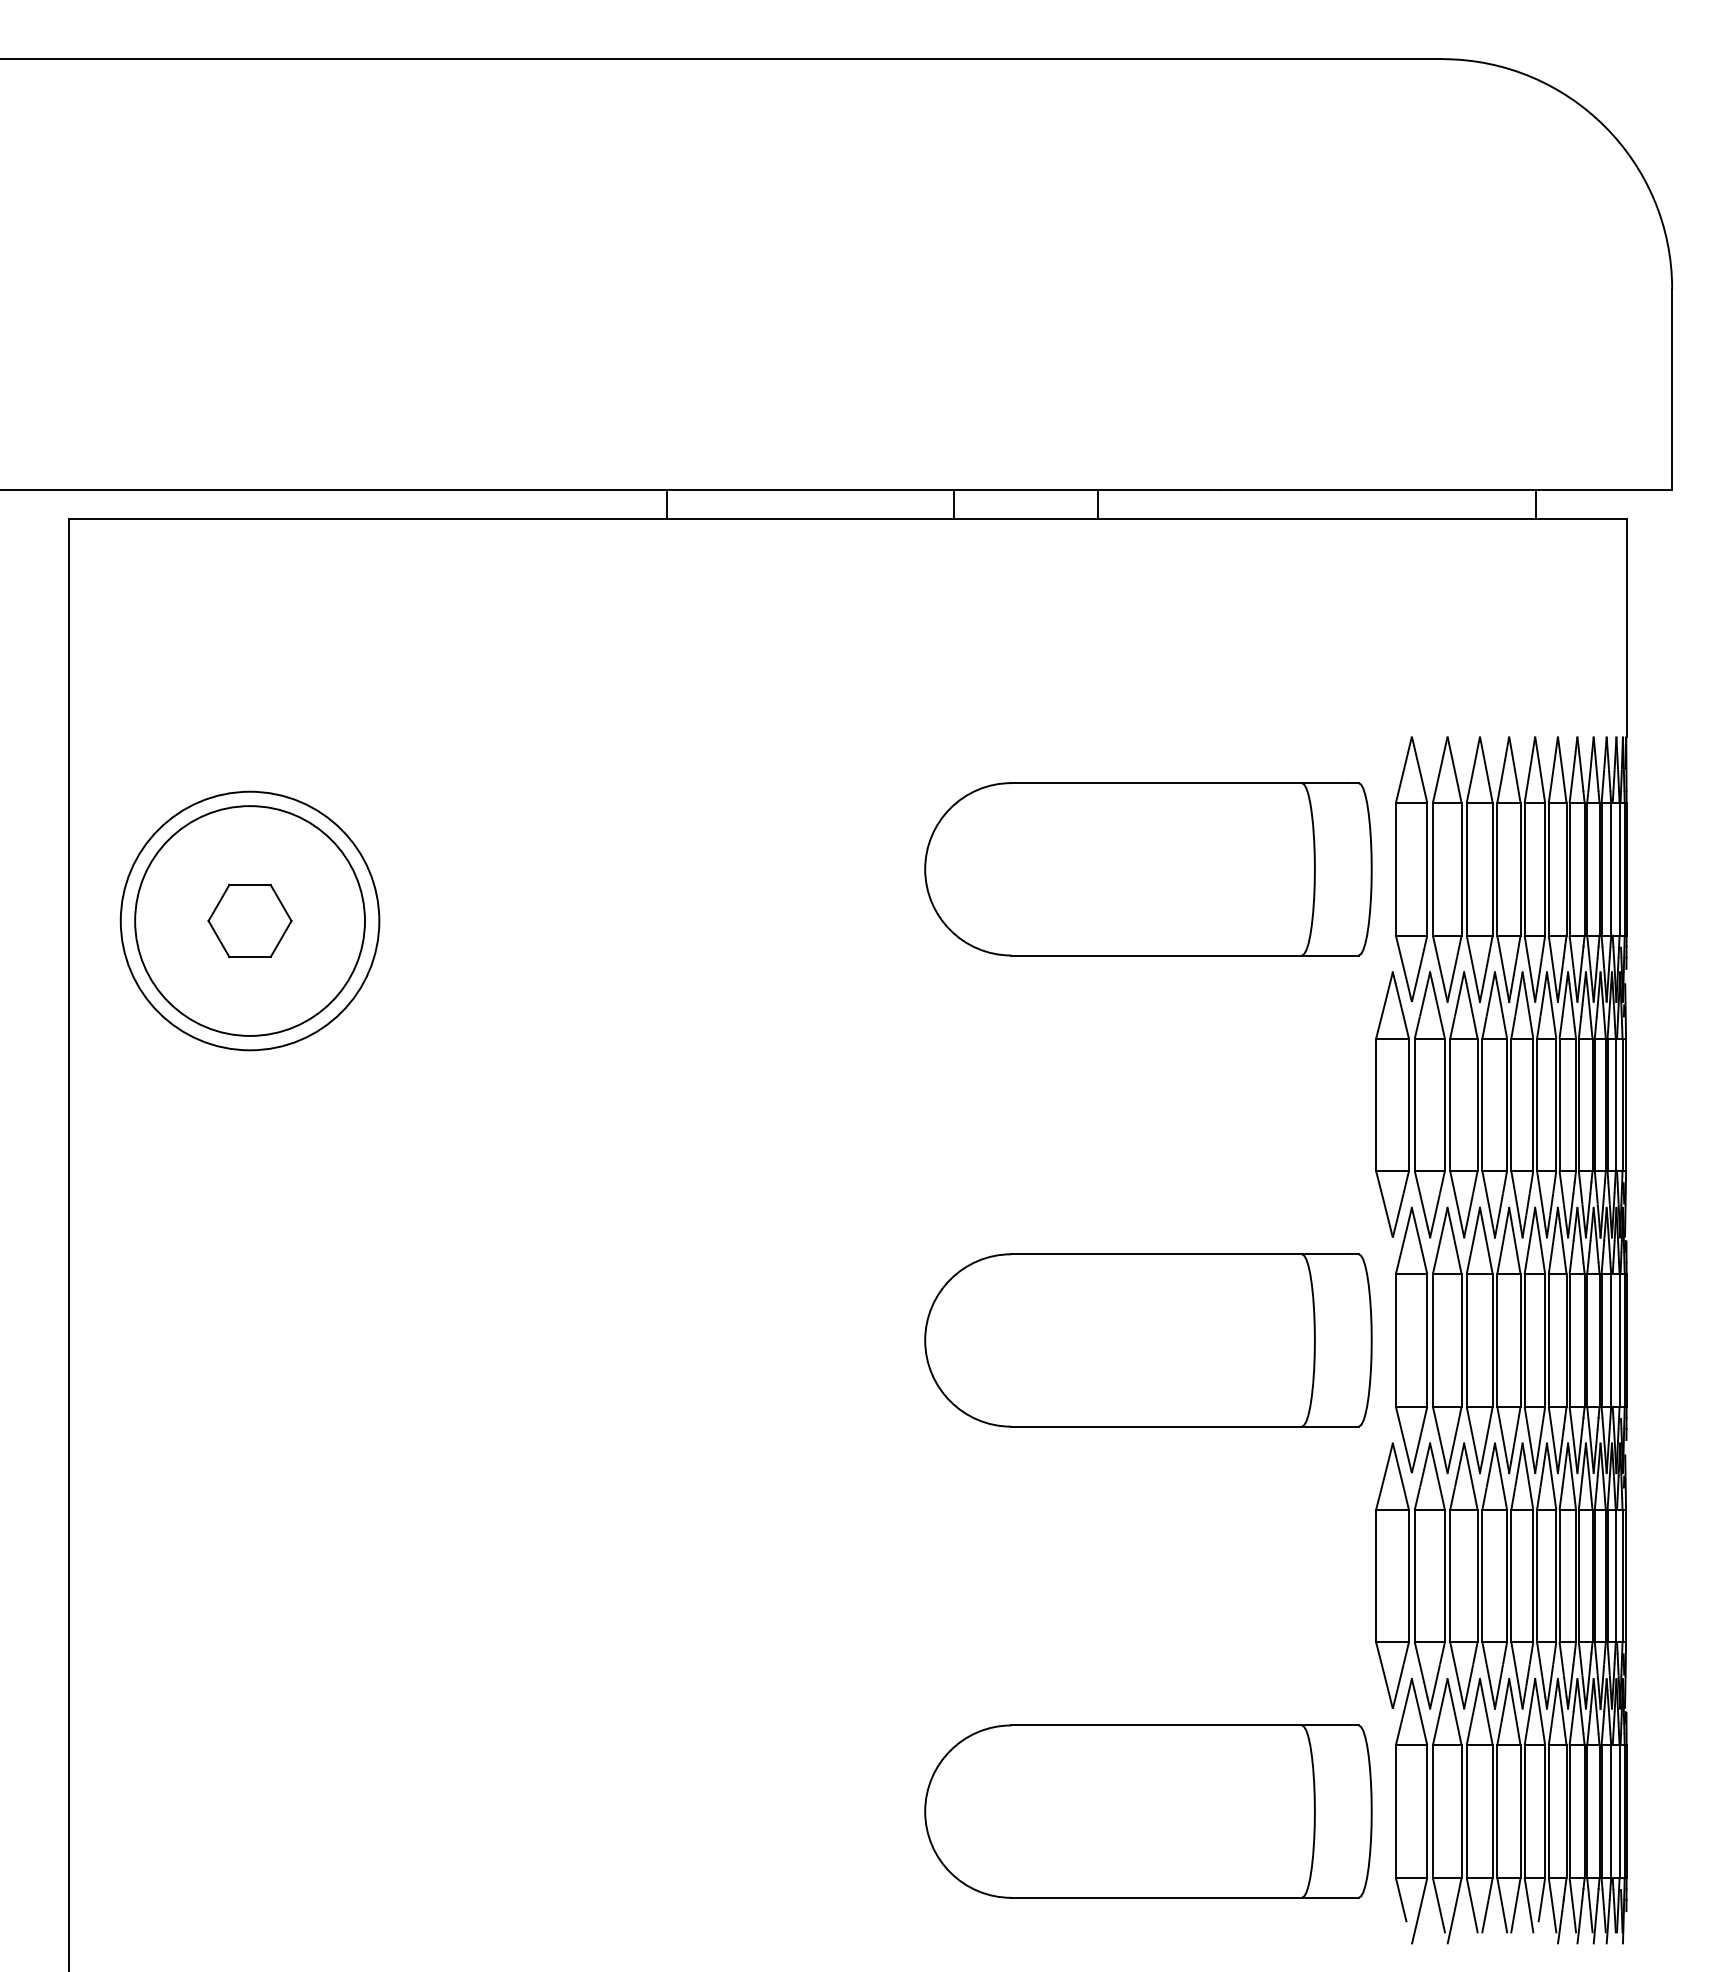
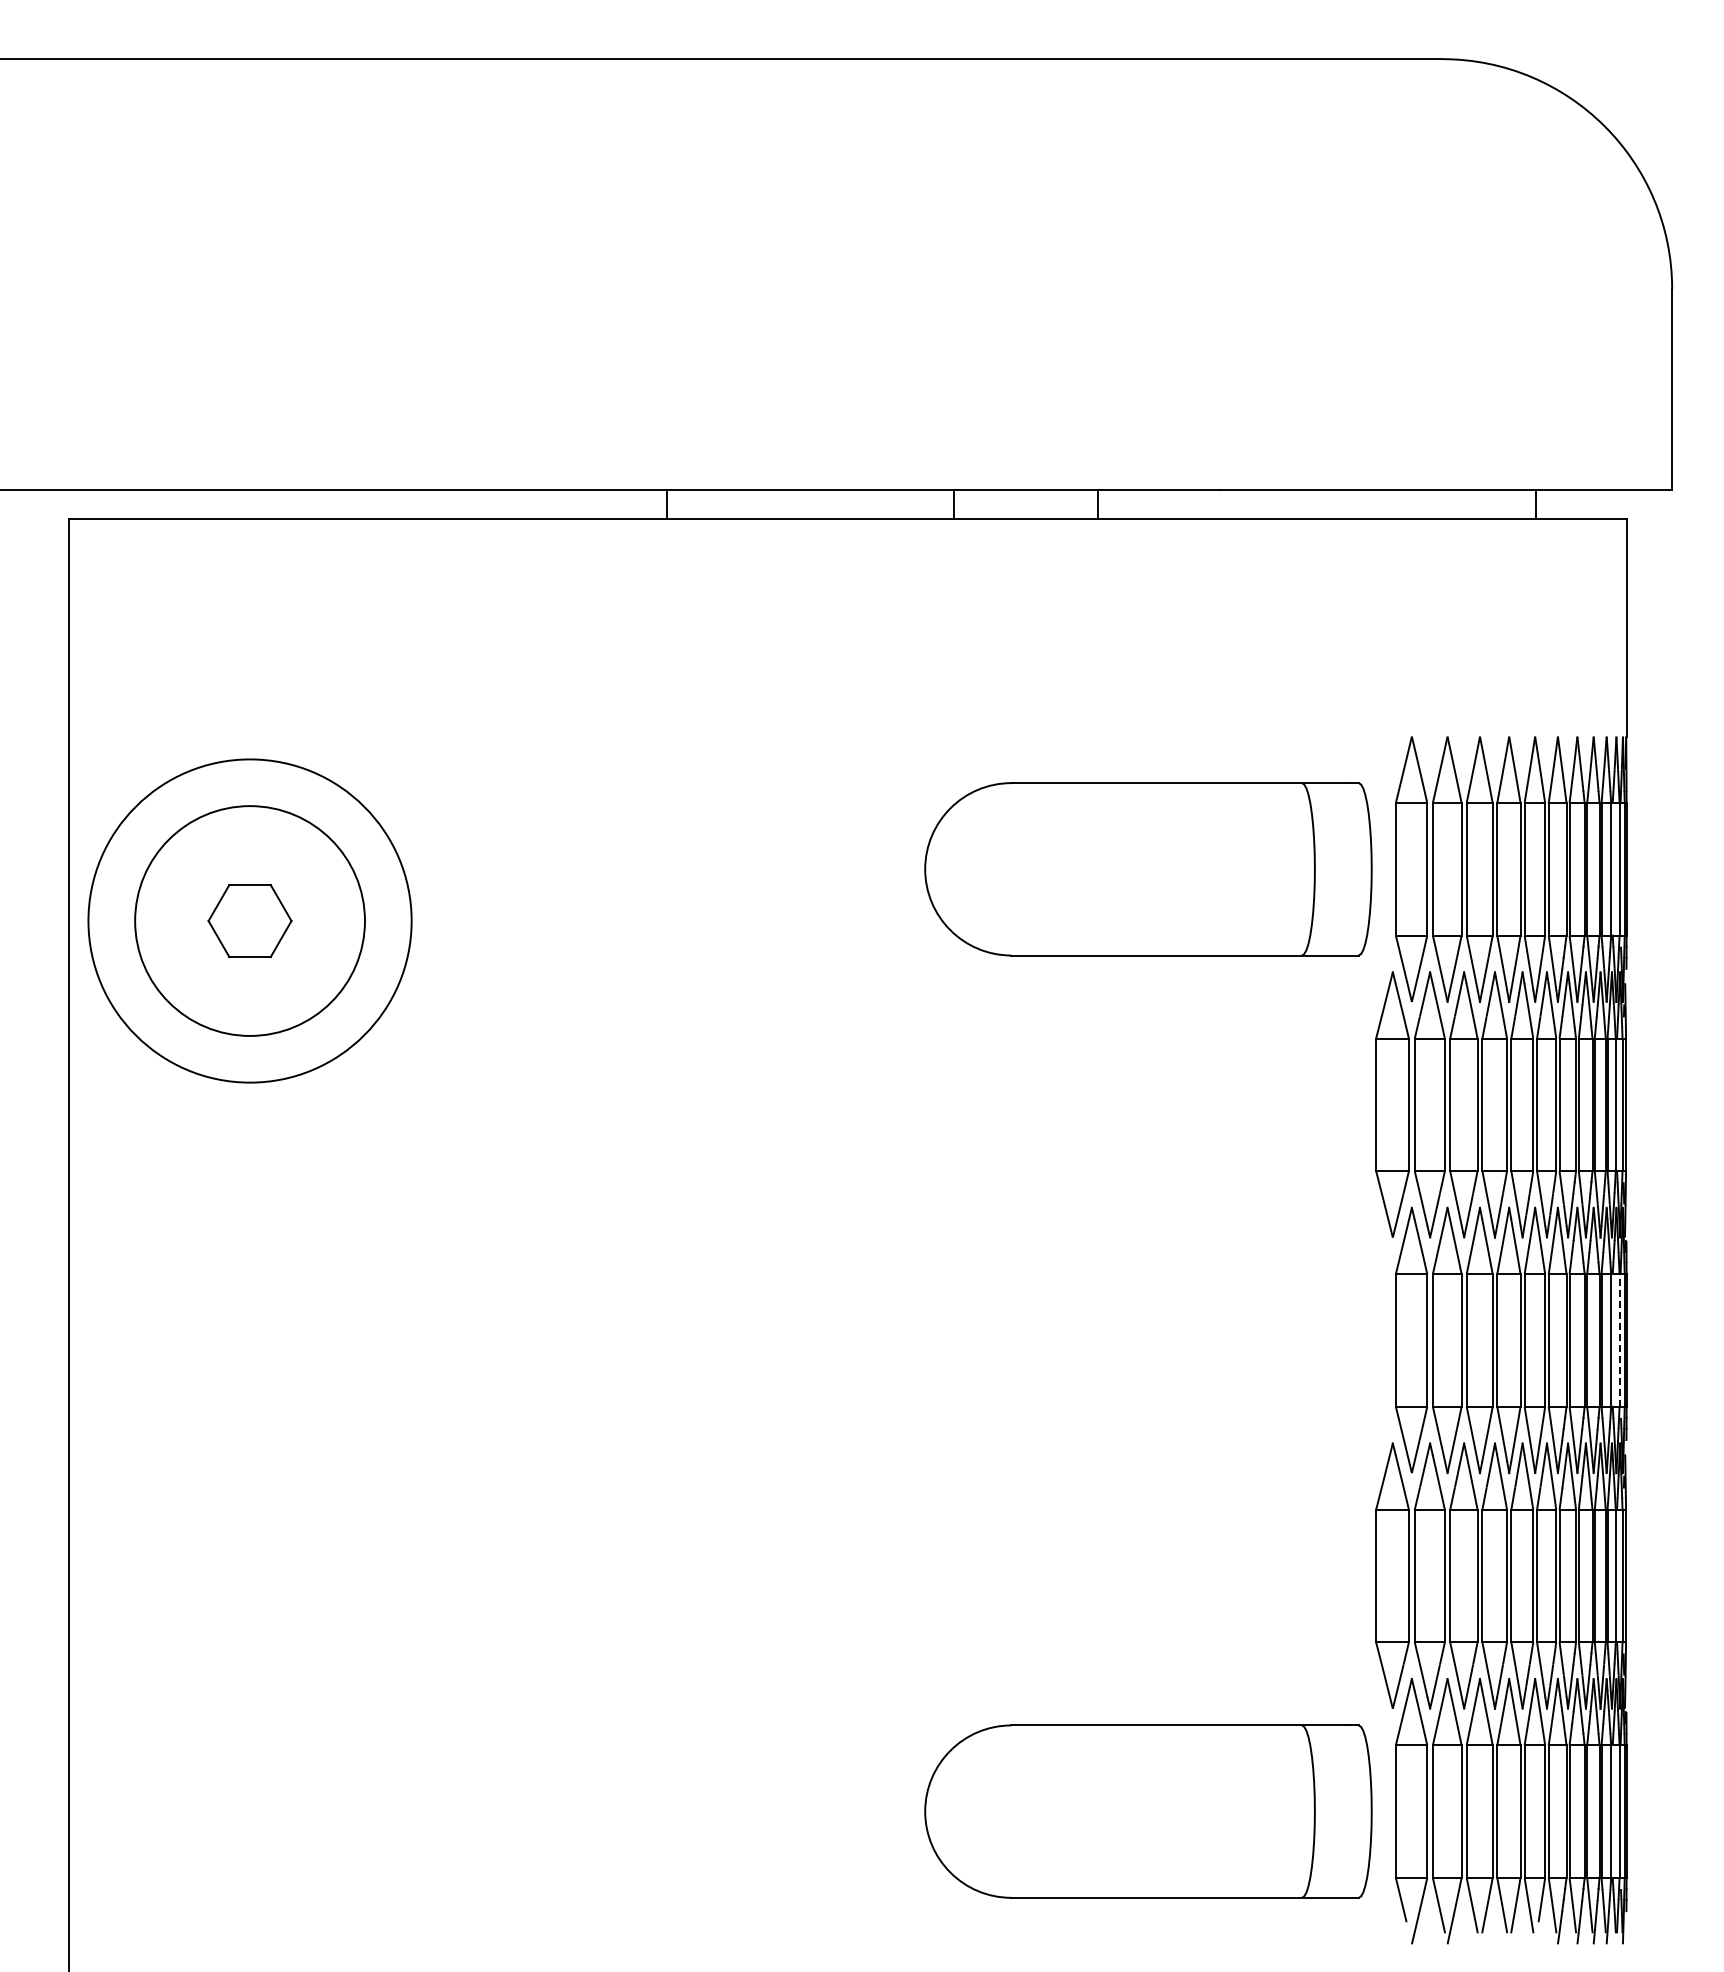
circle at (249, 920) diameter: 259 px -> 323 px
line at (1619, 1339): solid -> dashed
part at (1148, 1340): present -> none
